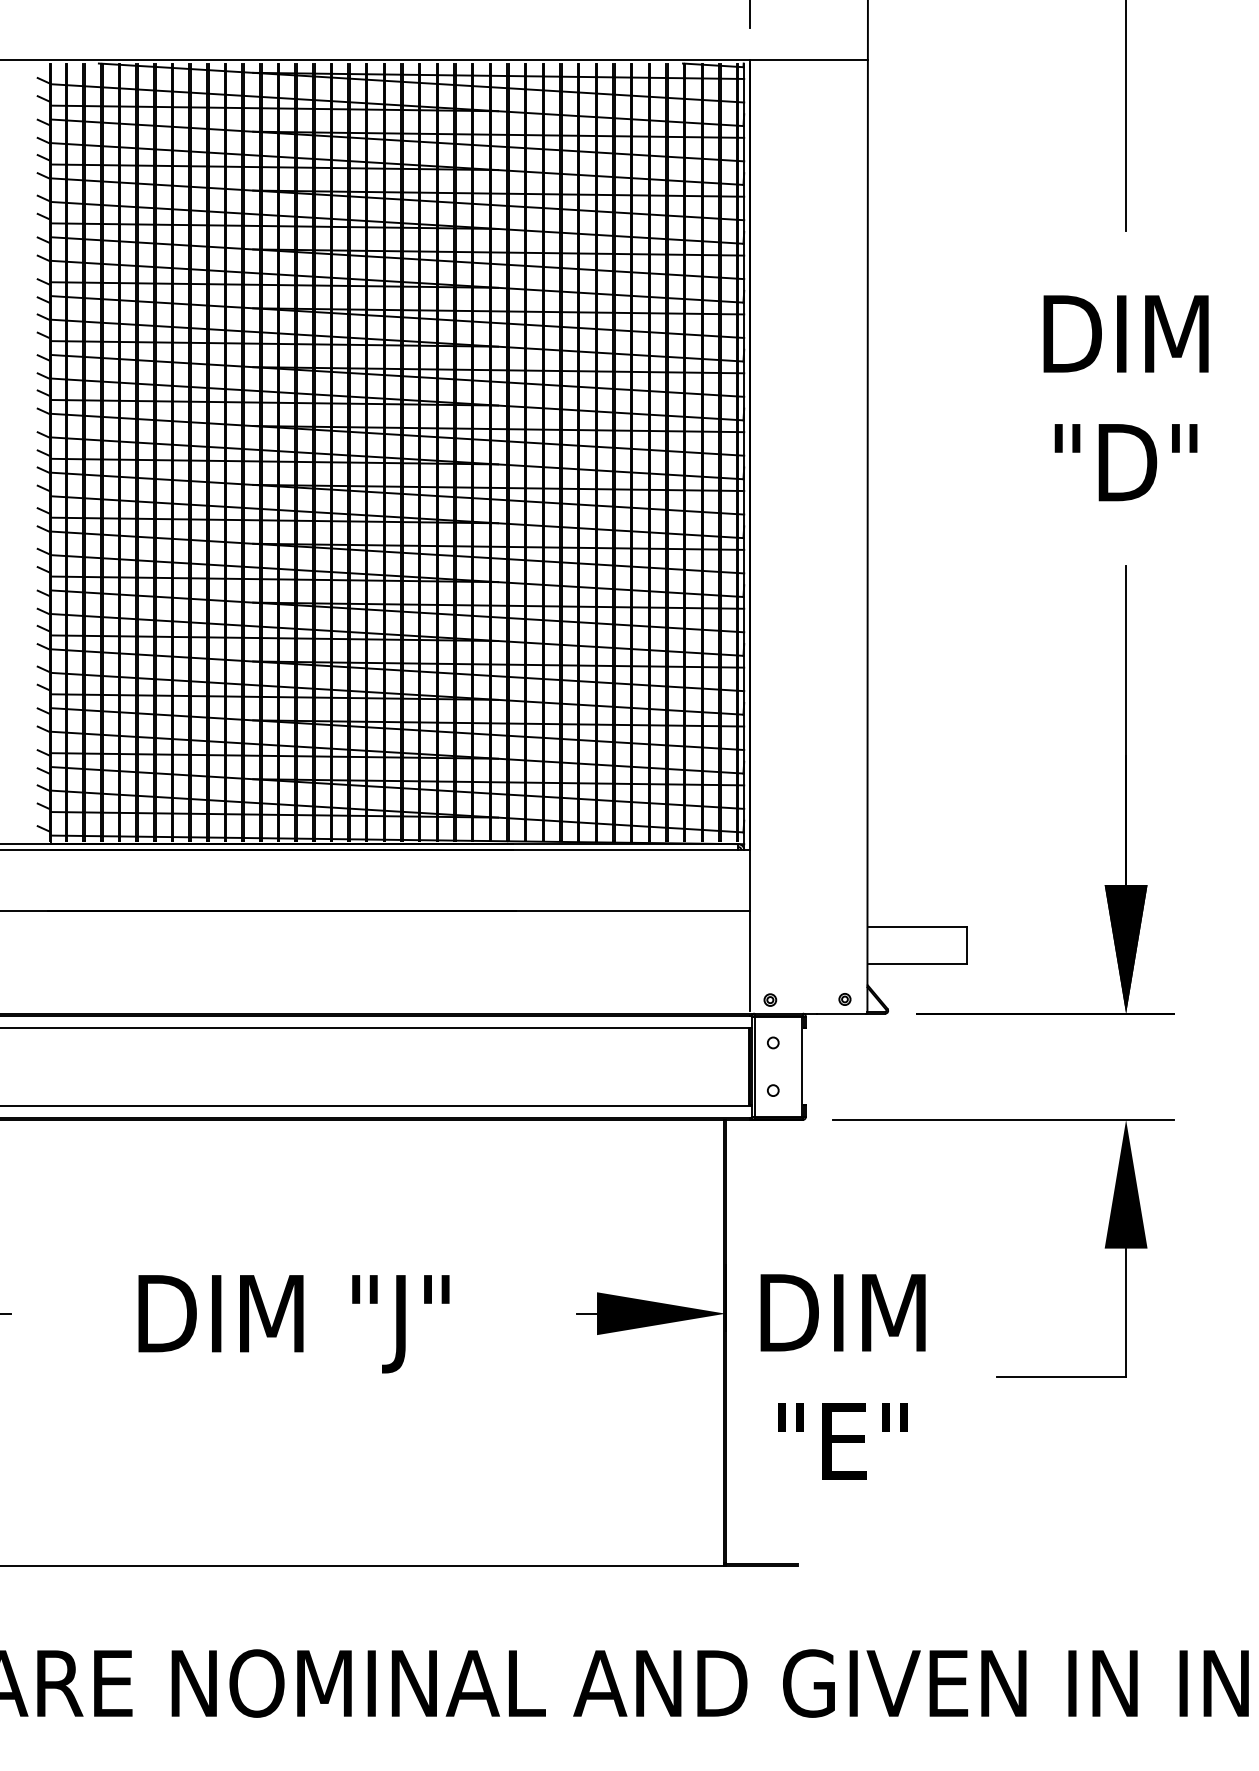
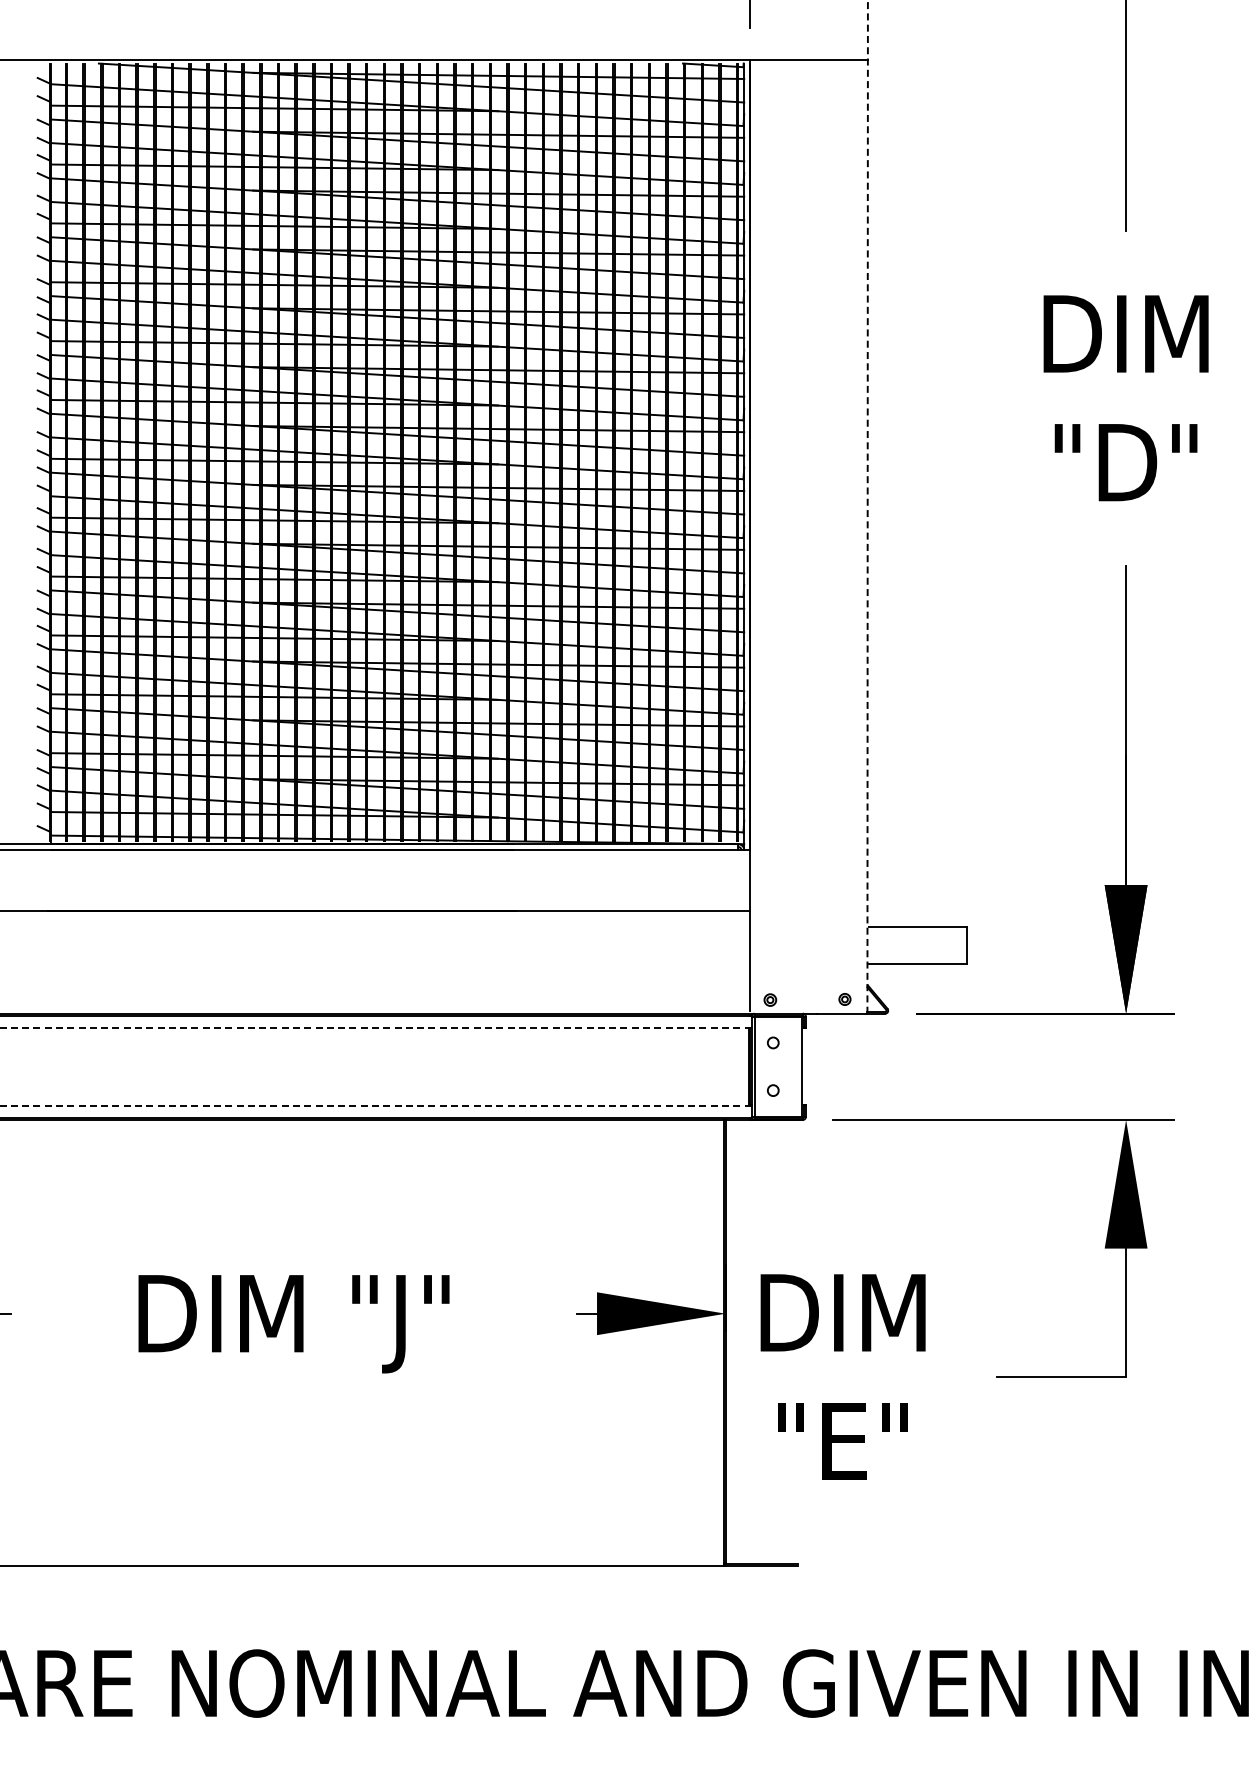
line at (867, 507): solid -> dashed
line at (375, 1028): solid -> dashed
line at (375, 1105): solid -> dashed
